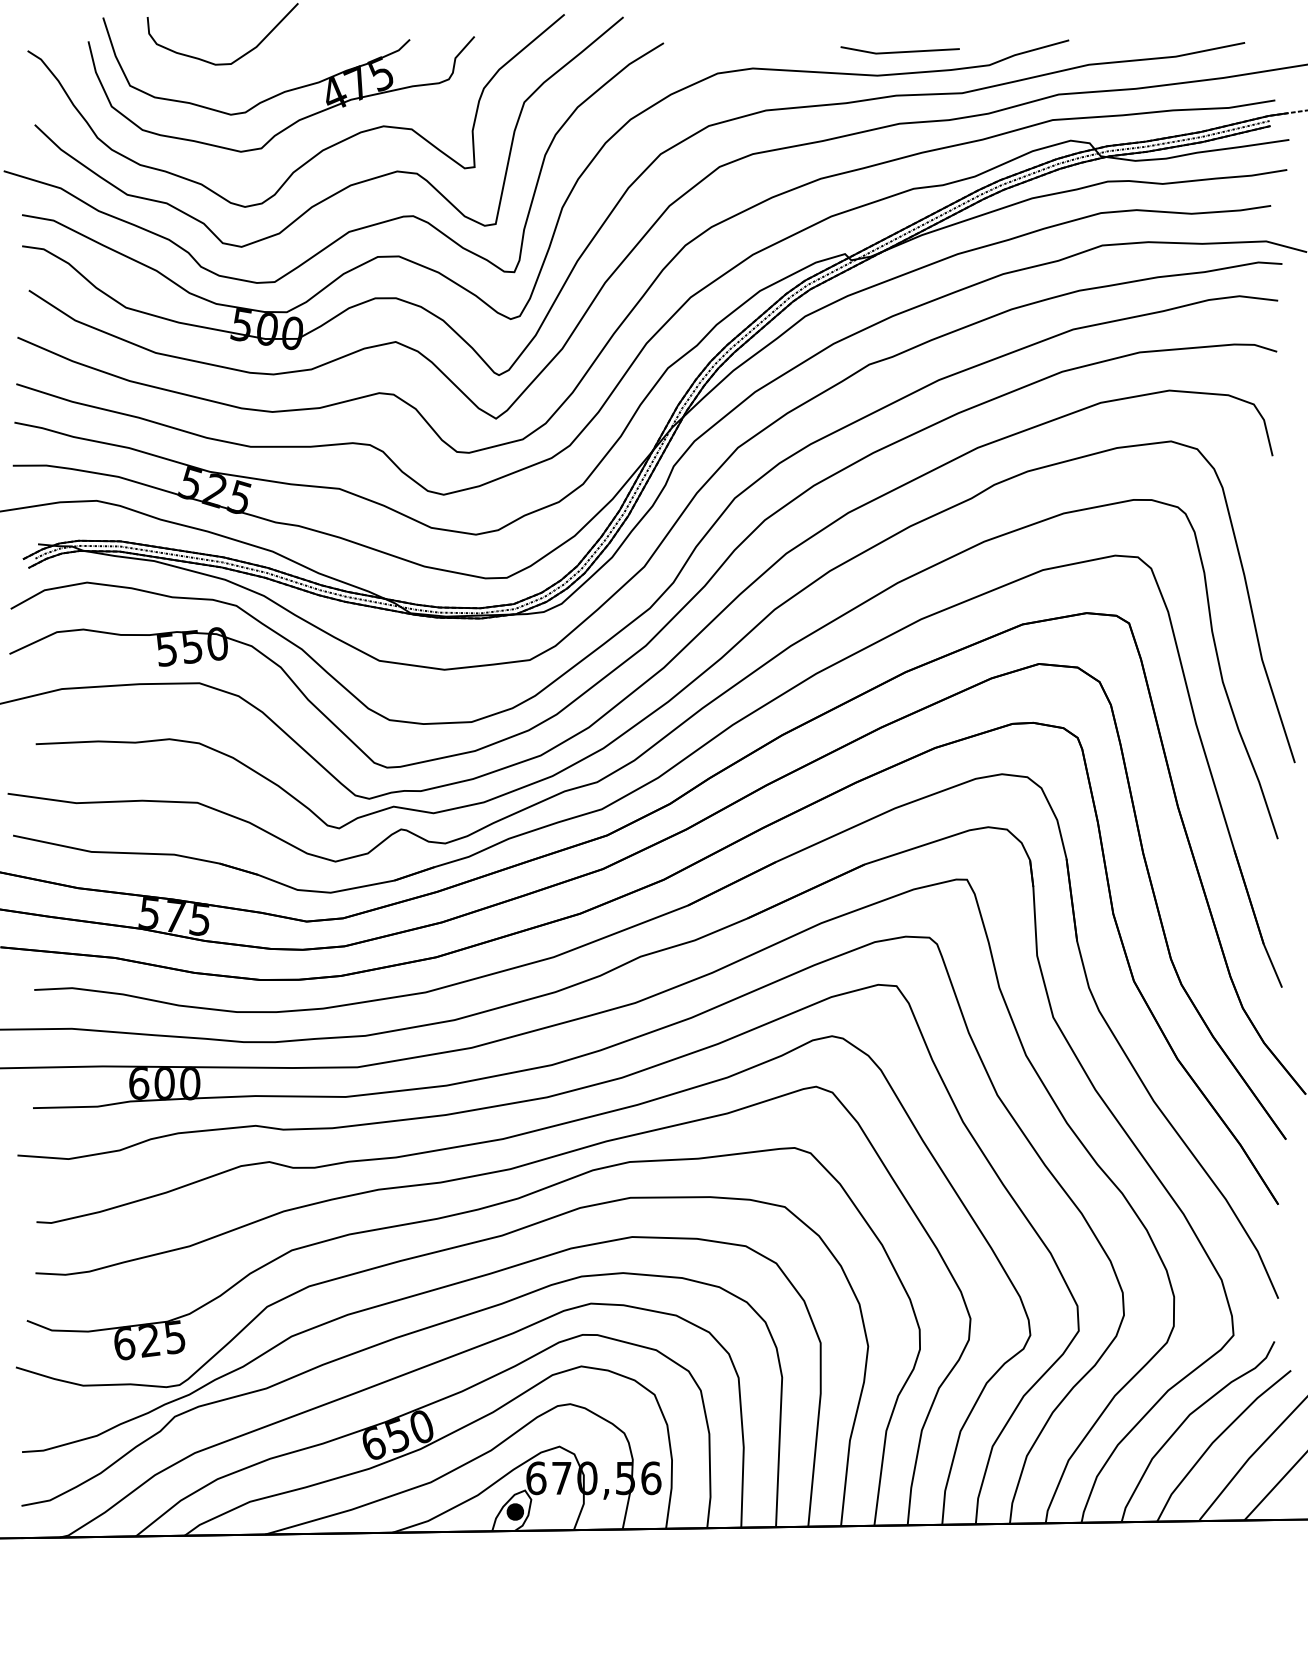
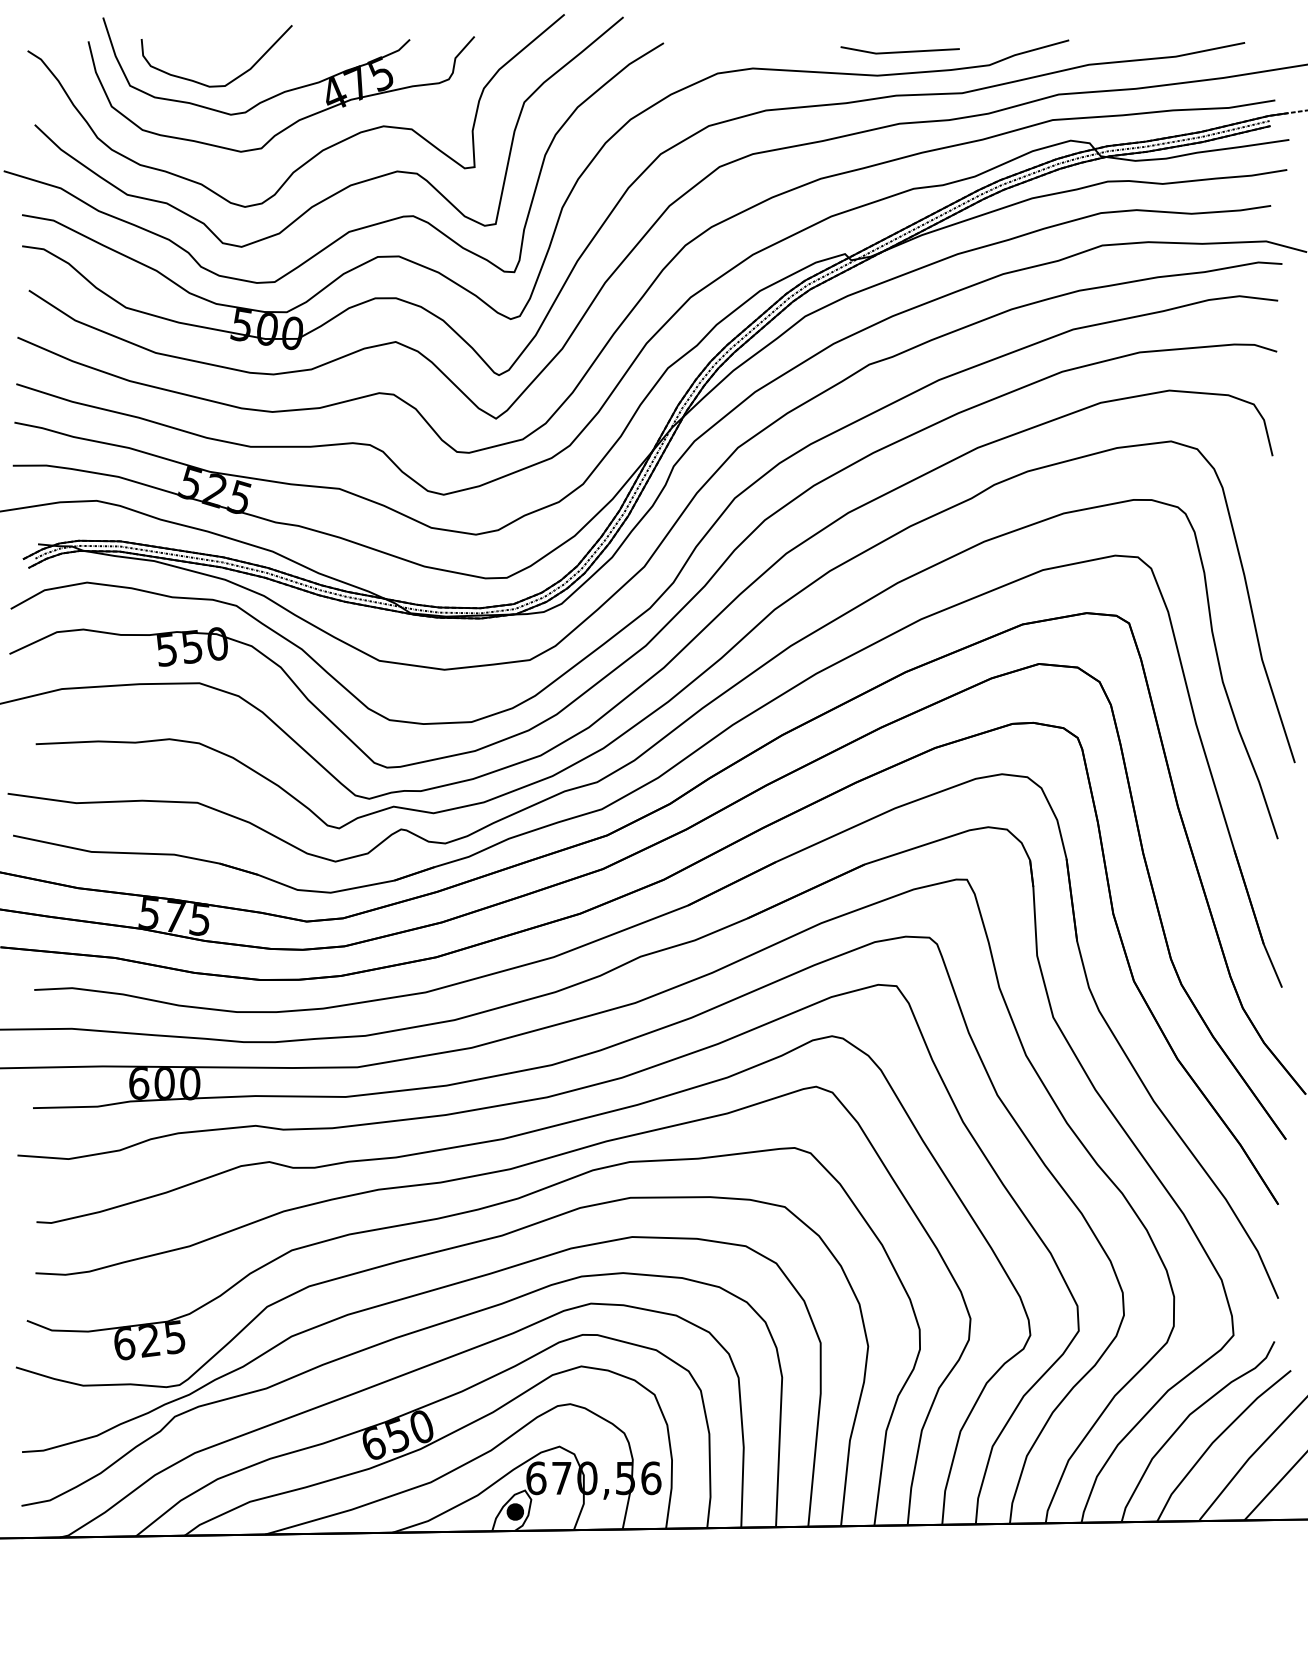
curve at (238, 57) position: (238, 57) -> (232, 79)
